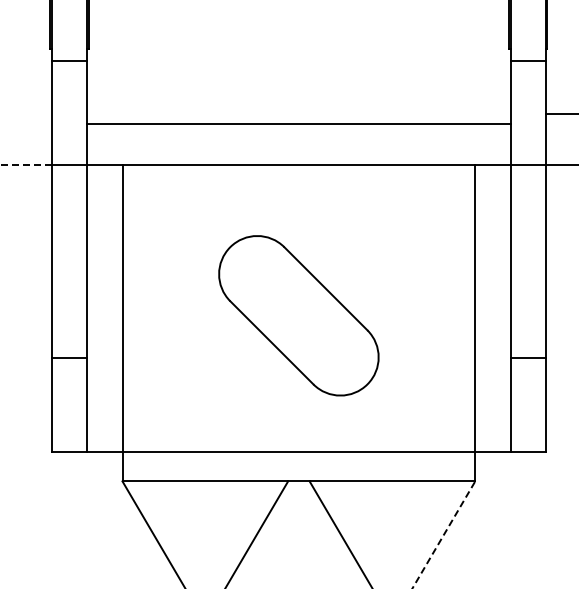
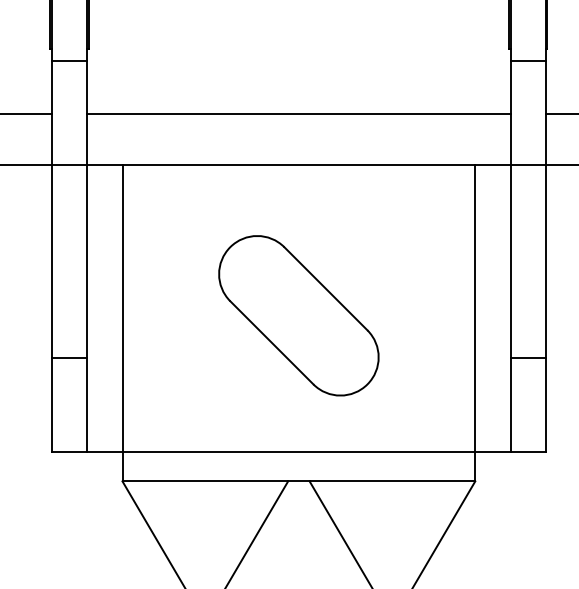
line at (26, 113): none -> present
line at (298, 123) position: (298, 123) -> (298, 113)
line at (25, 165): dashed -> solid
line at (443, 534): dashed -> solid
